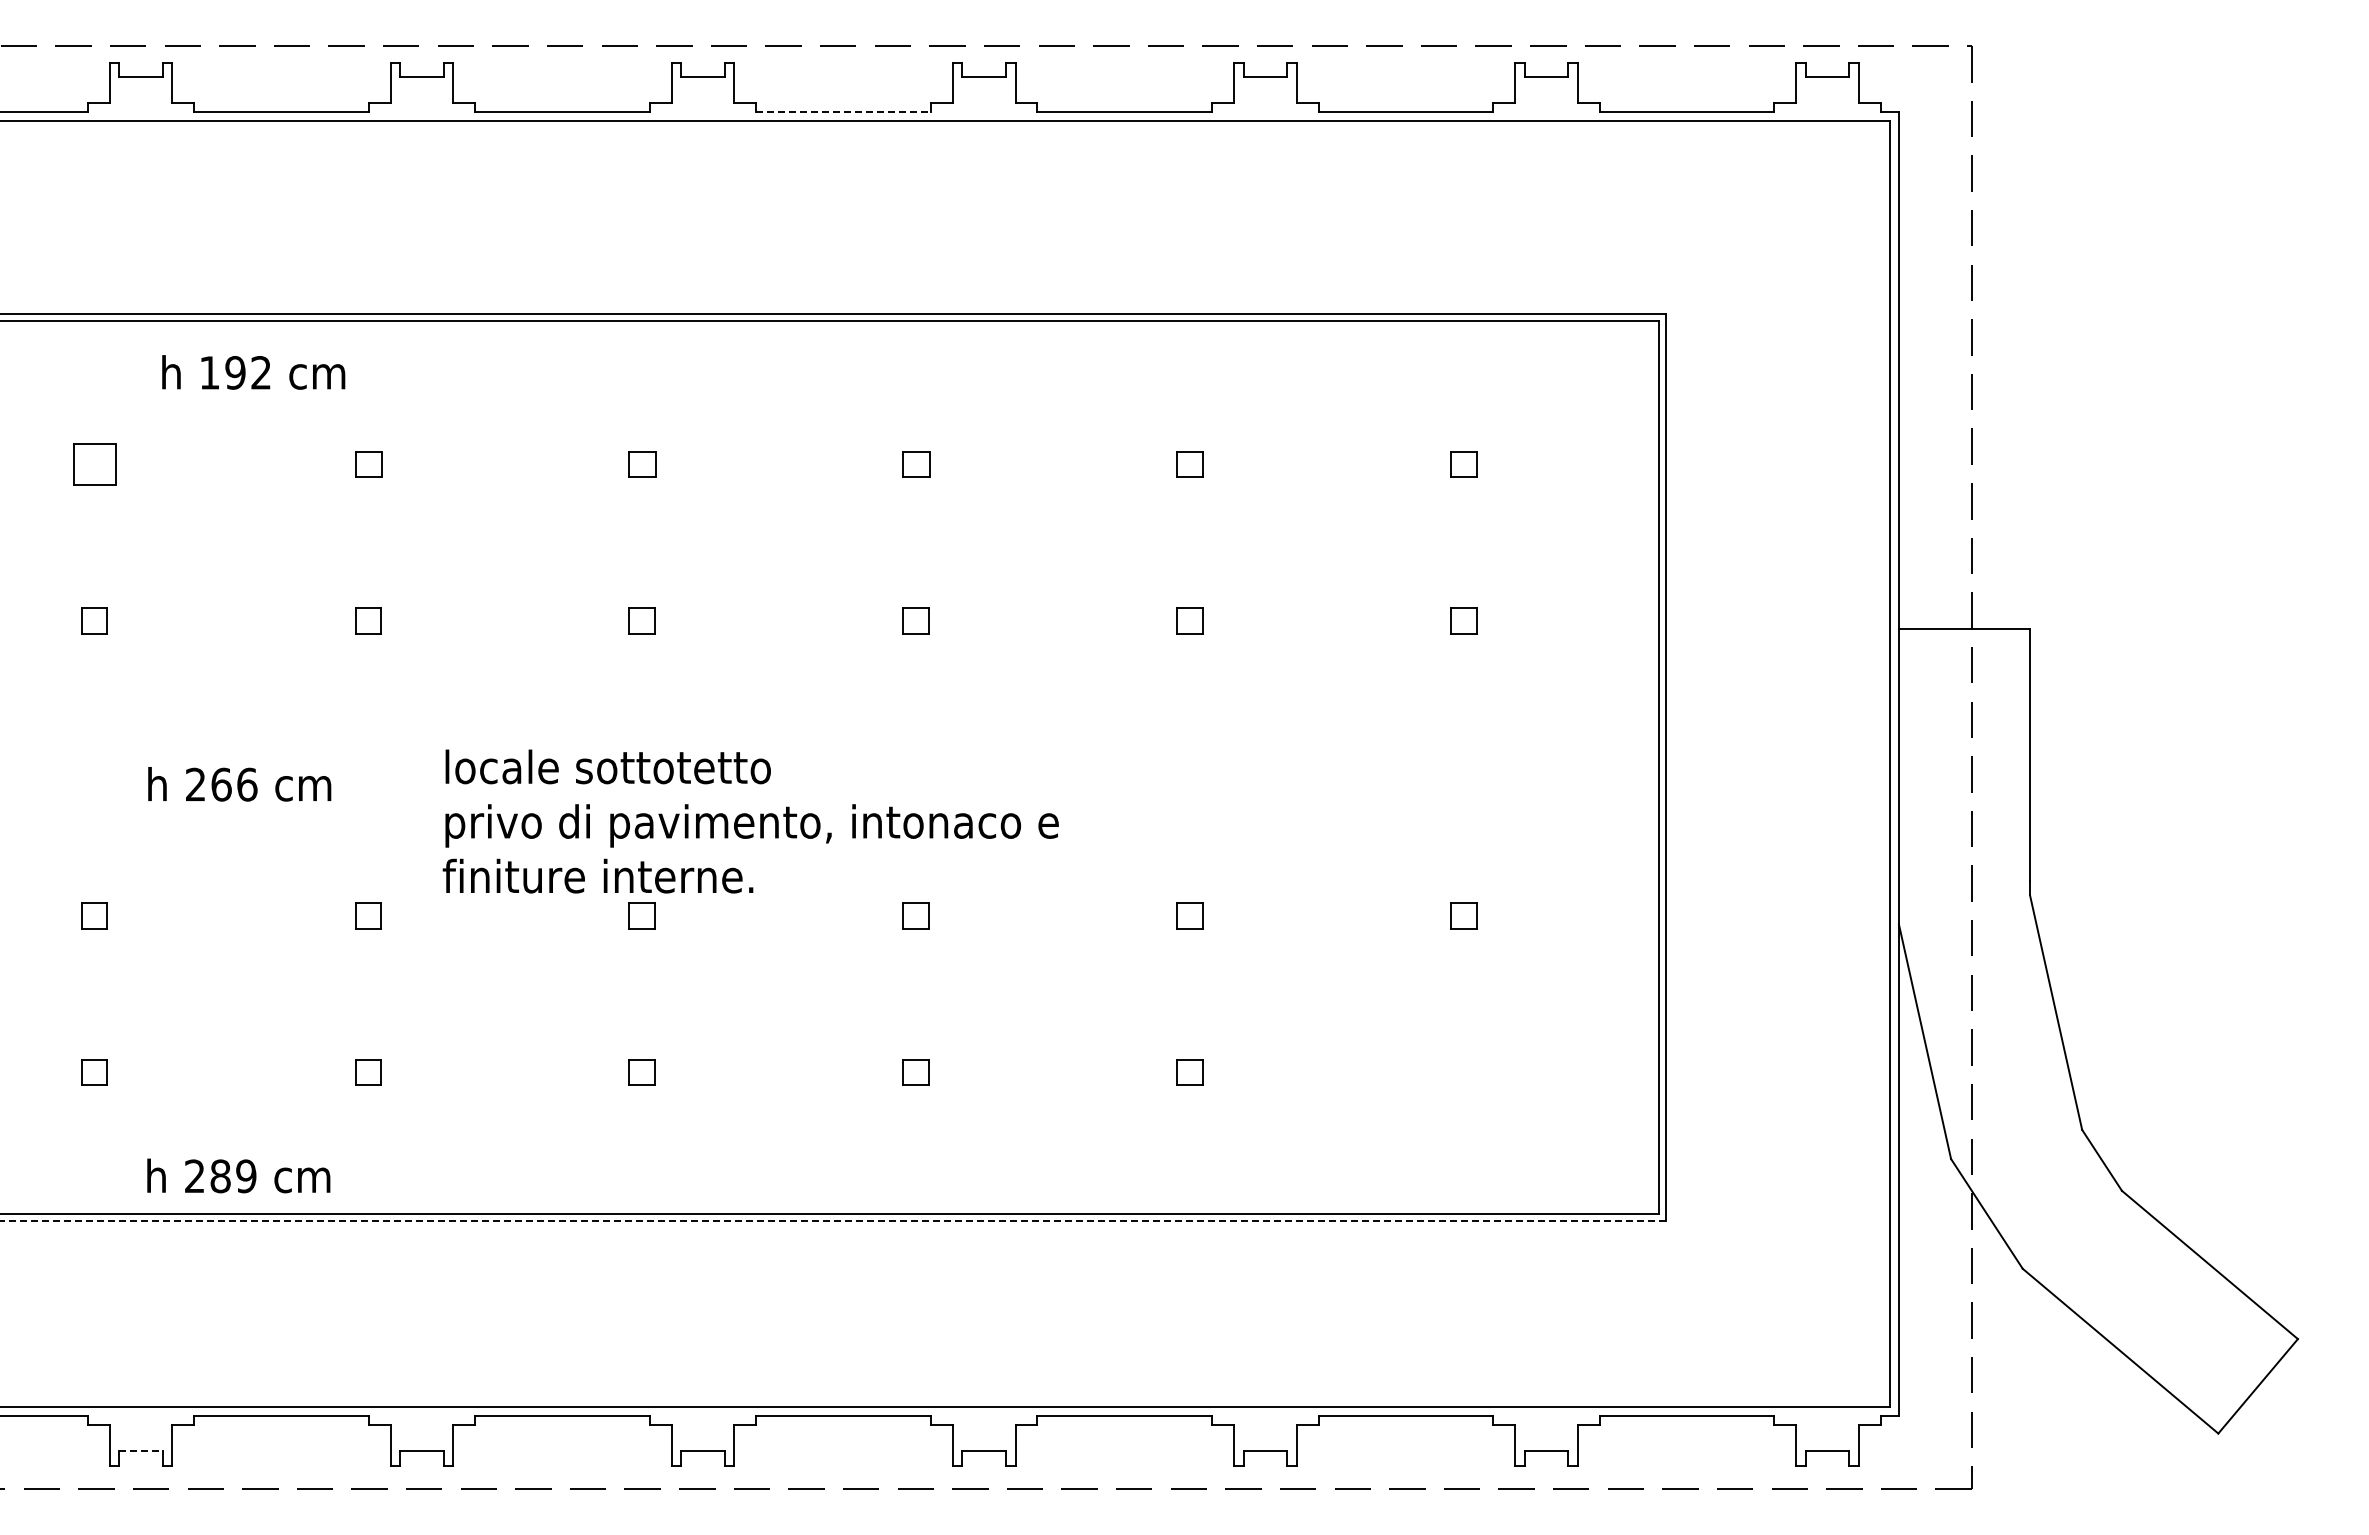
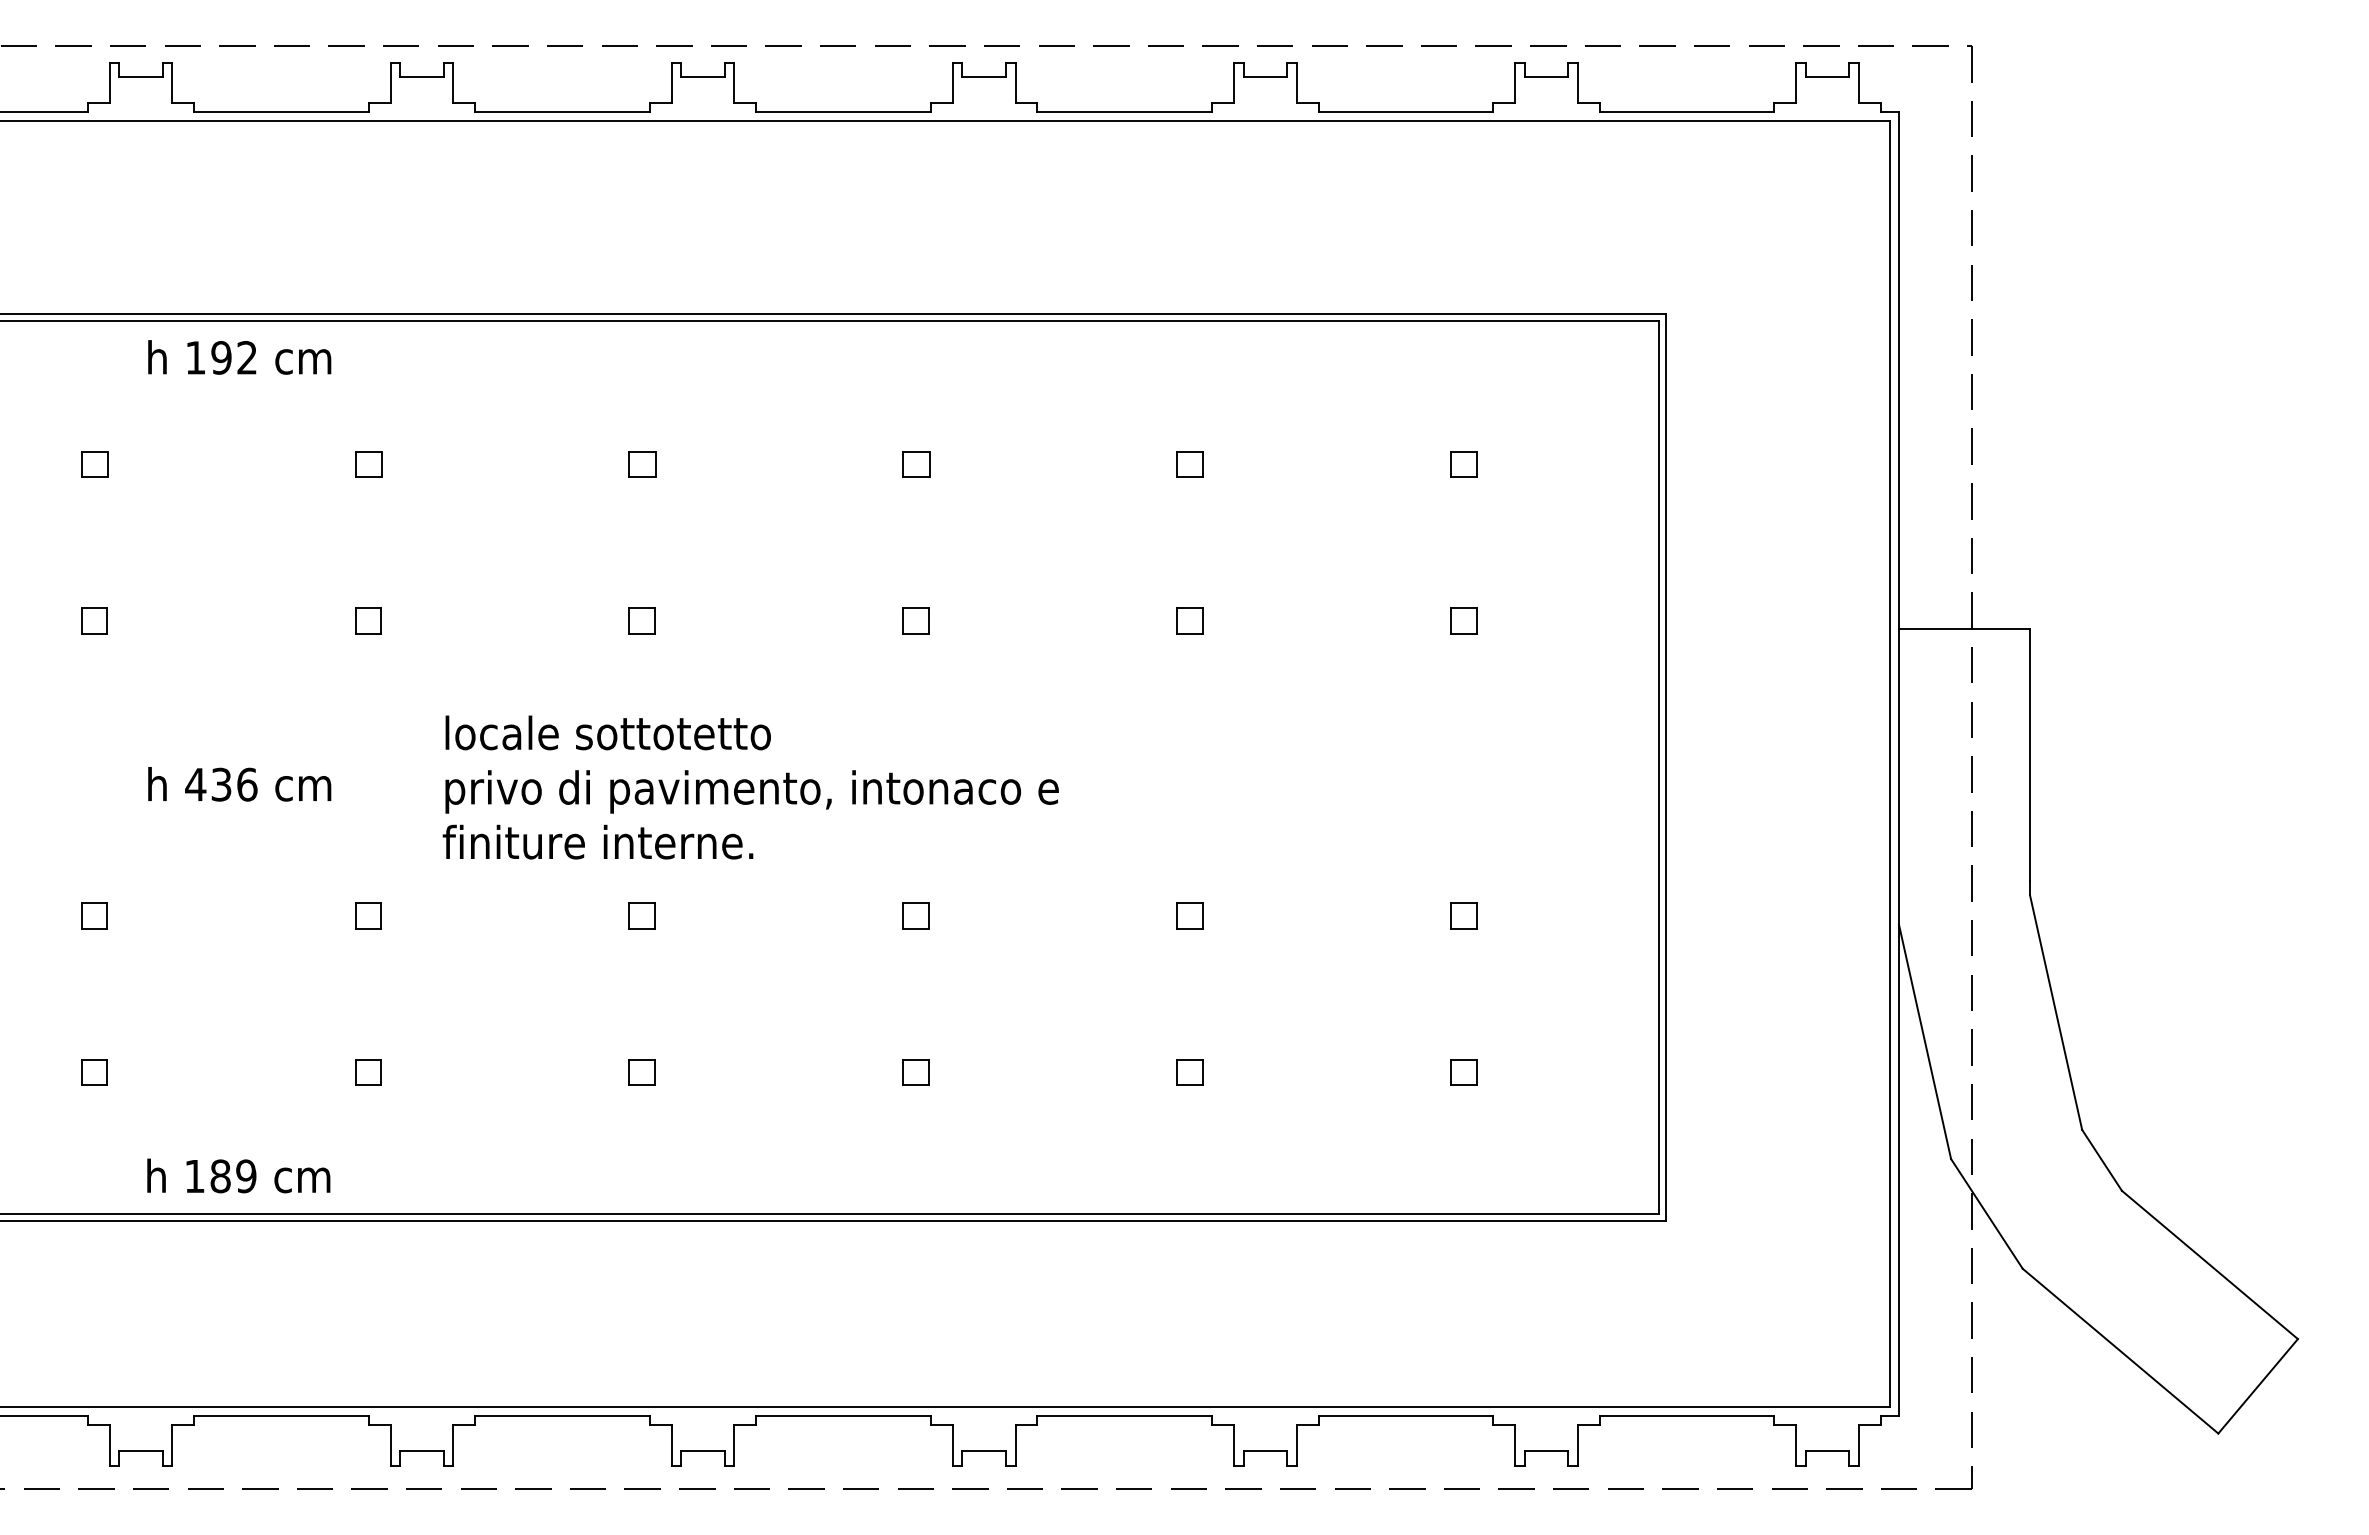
line at (844, 112): dashed -> solid
text at (253, 372) position: (253, 372) -> (239, 357)
part at (94, 464) size: 44x43 px -> 28x27 px
text at (208, 784): 266 -> 436
text at (750, 821) position: (750, 821) -> (750, 787)
part at (1463, 1072): none -> present
text at (194, 1175): 289 -> 189
line at (832, 1221): dashed -> solid
line at (140, 1450): dashed -> solid
